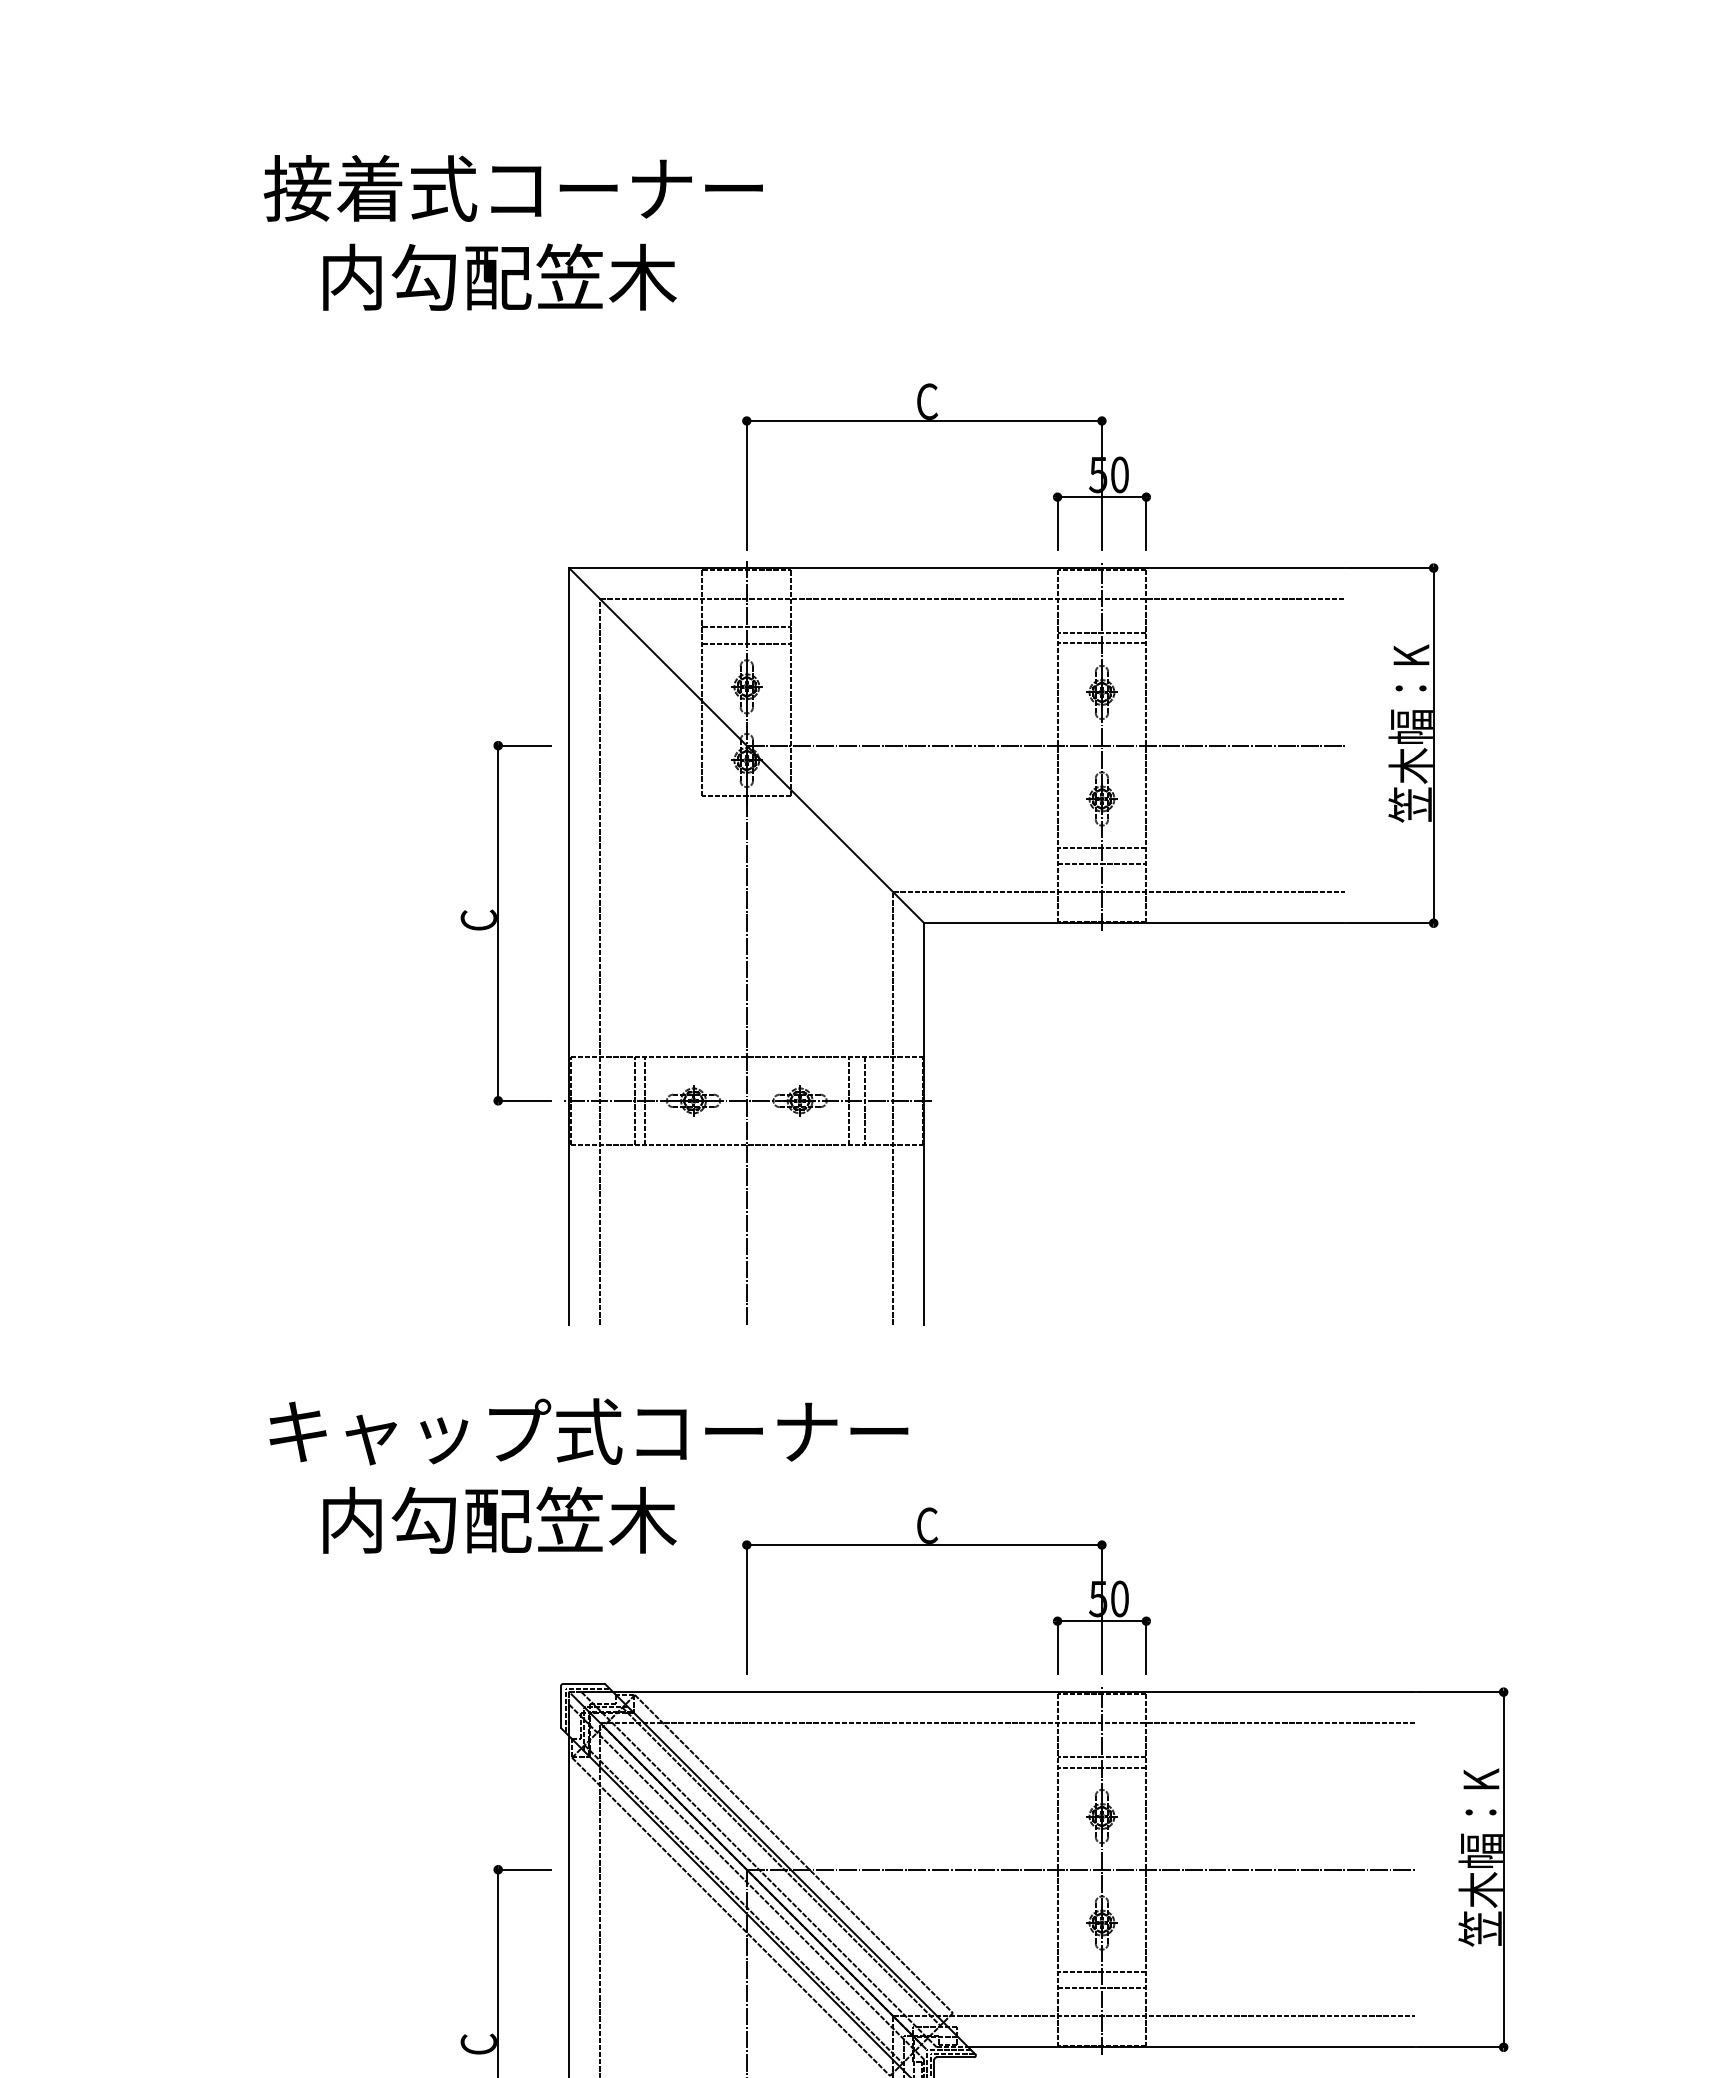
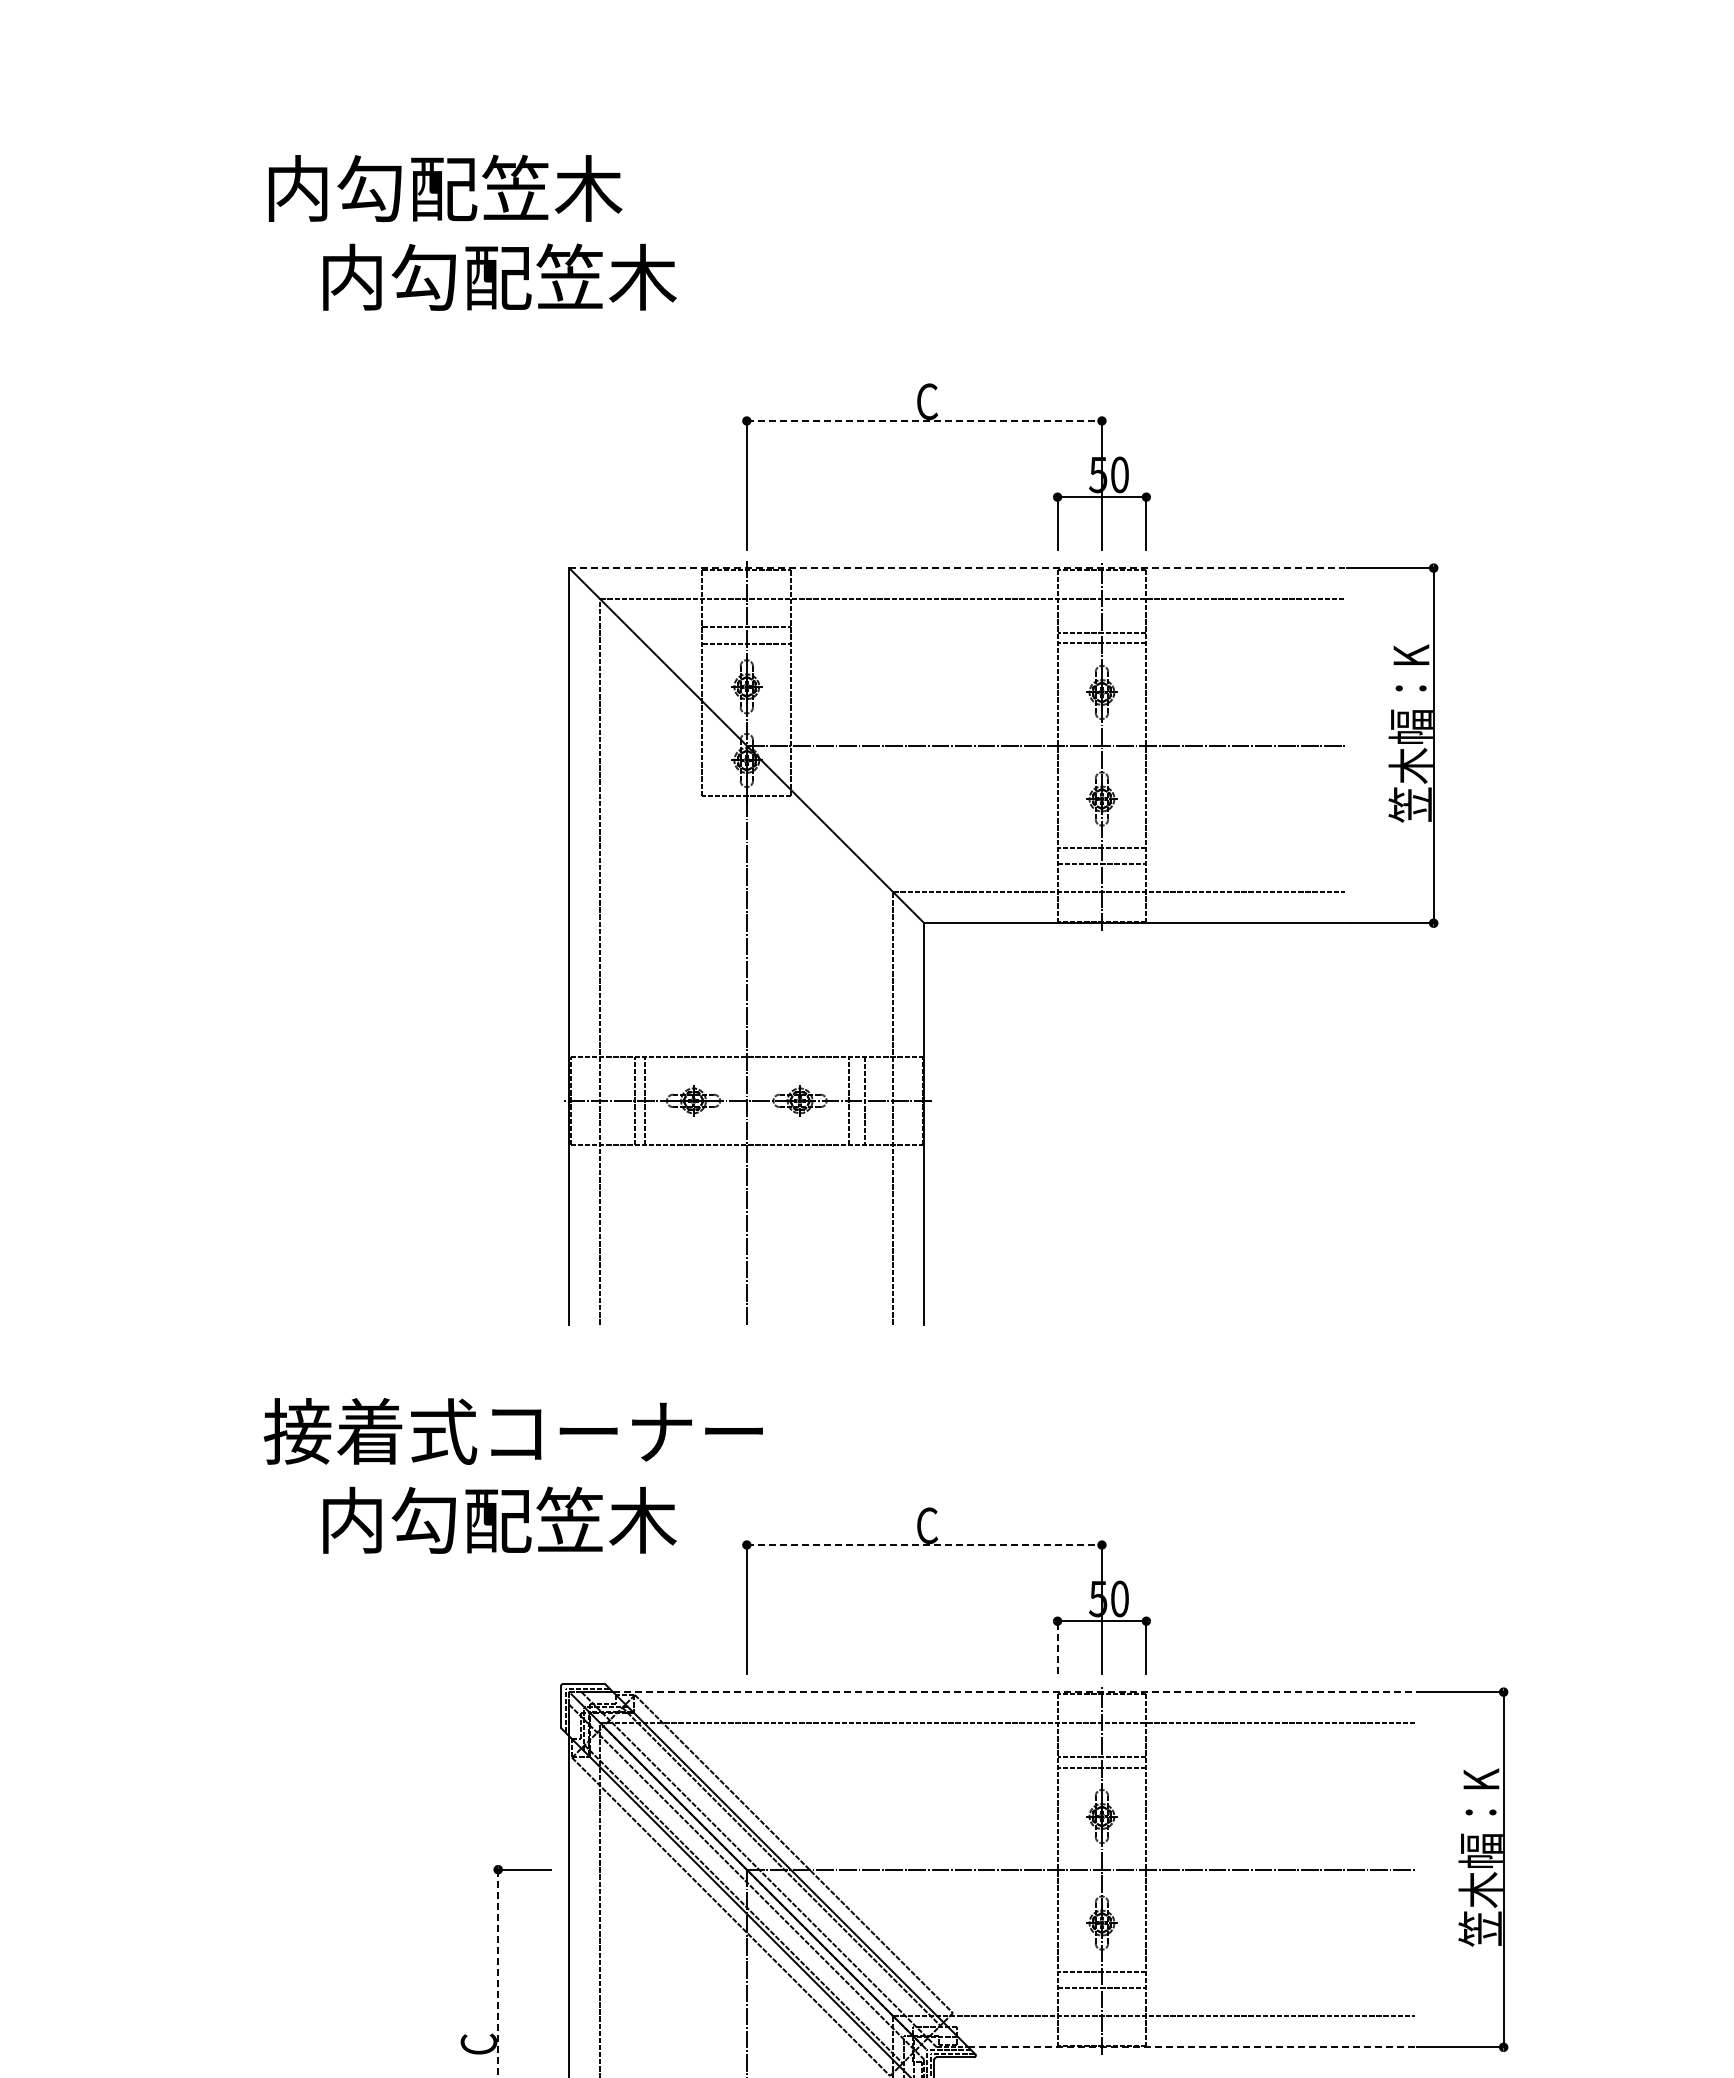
text at (512, 188): 接着式コーナー -> 内勾配笠木
line at (924, 420): solid -> dashed
line at (957, 568): solid -> dashed
part at (498, 923): present -> none
text at (585, 1431): キャップ式コーナー -> 接着式コーナー
line at (924, 1545): solid -> dashed
line at (1057, 1646): solid -> dashed
line at (1013, 1692): solid -> dashed
line at (498, 1973): solid -> dashed
line at (1192, 2047): solid -> dashed
